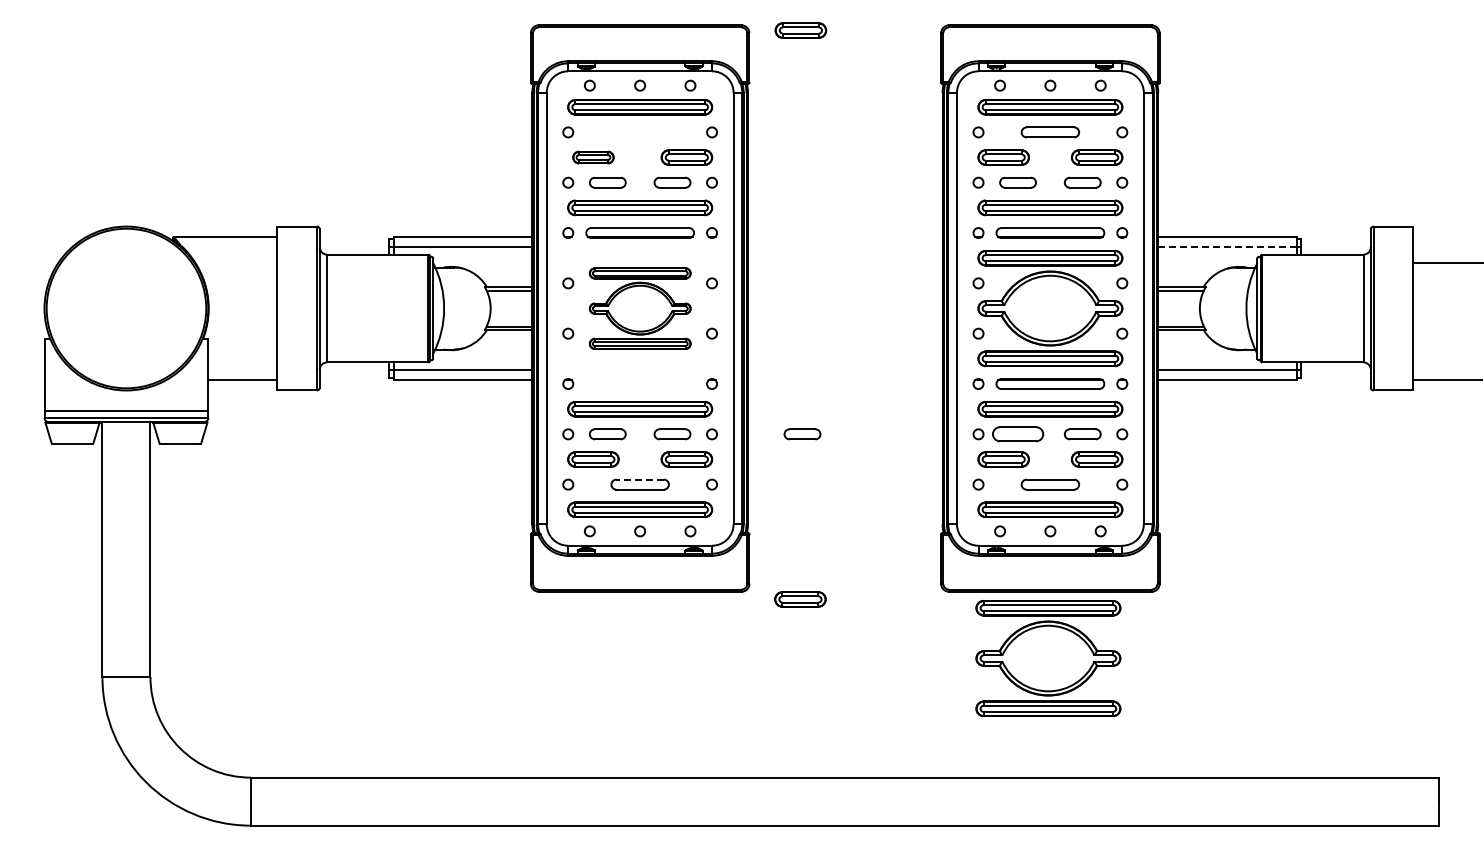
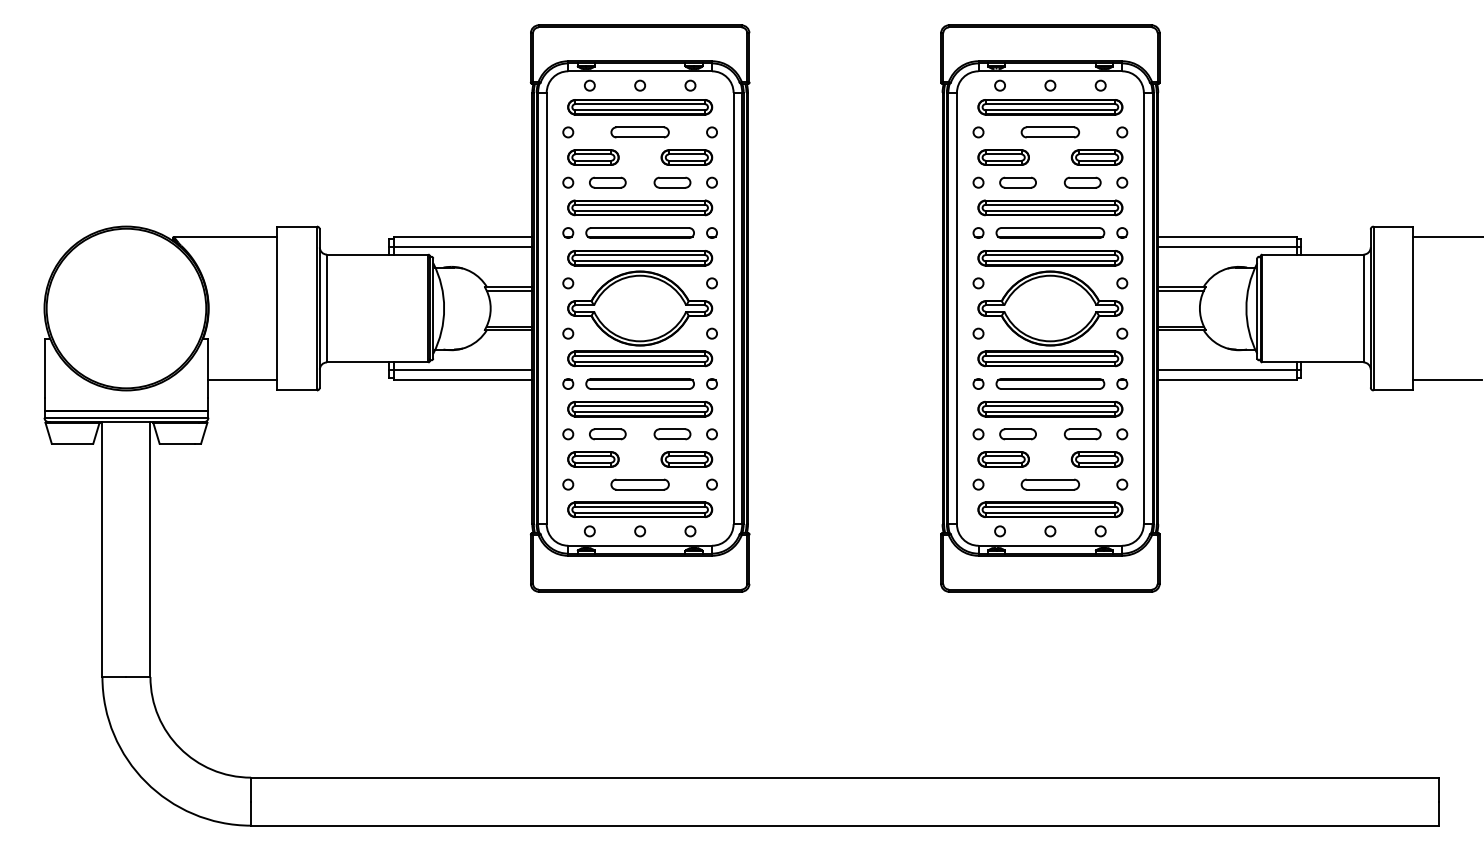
part at (800, 30): present -> none
part at (639, 132): none -> present
part at (593, 157) size: 43x15 px -> 53x17 px
line at (1227, 247): dashed -> solid
line at (1446, 262) position: (1446, 262) -> (1446, 236)
part at (639, 308) size: 104x83 px -> 147x118 px
part at (639, 383): none -> present
part at (802, 434): present -> none
part at (1018, 434) size: 53x17 px -> 38x13 px
line at (640, 479): dashed -> solid
part at (800, 599): present -> none
part at (1048, 658): present -> none
